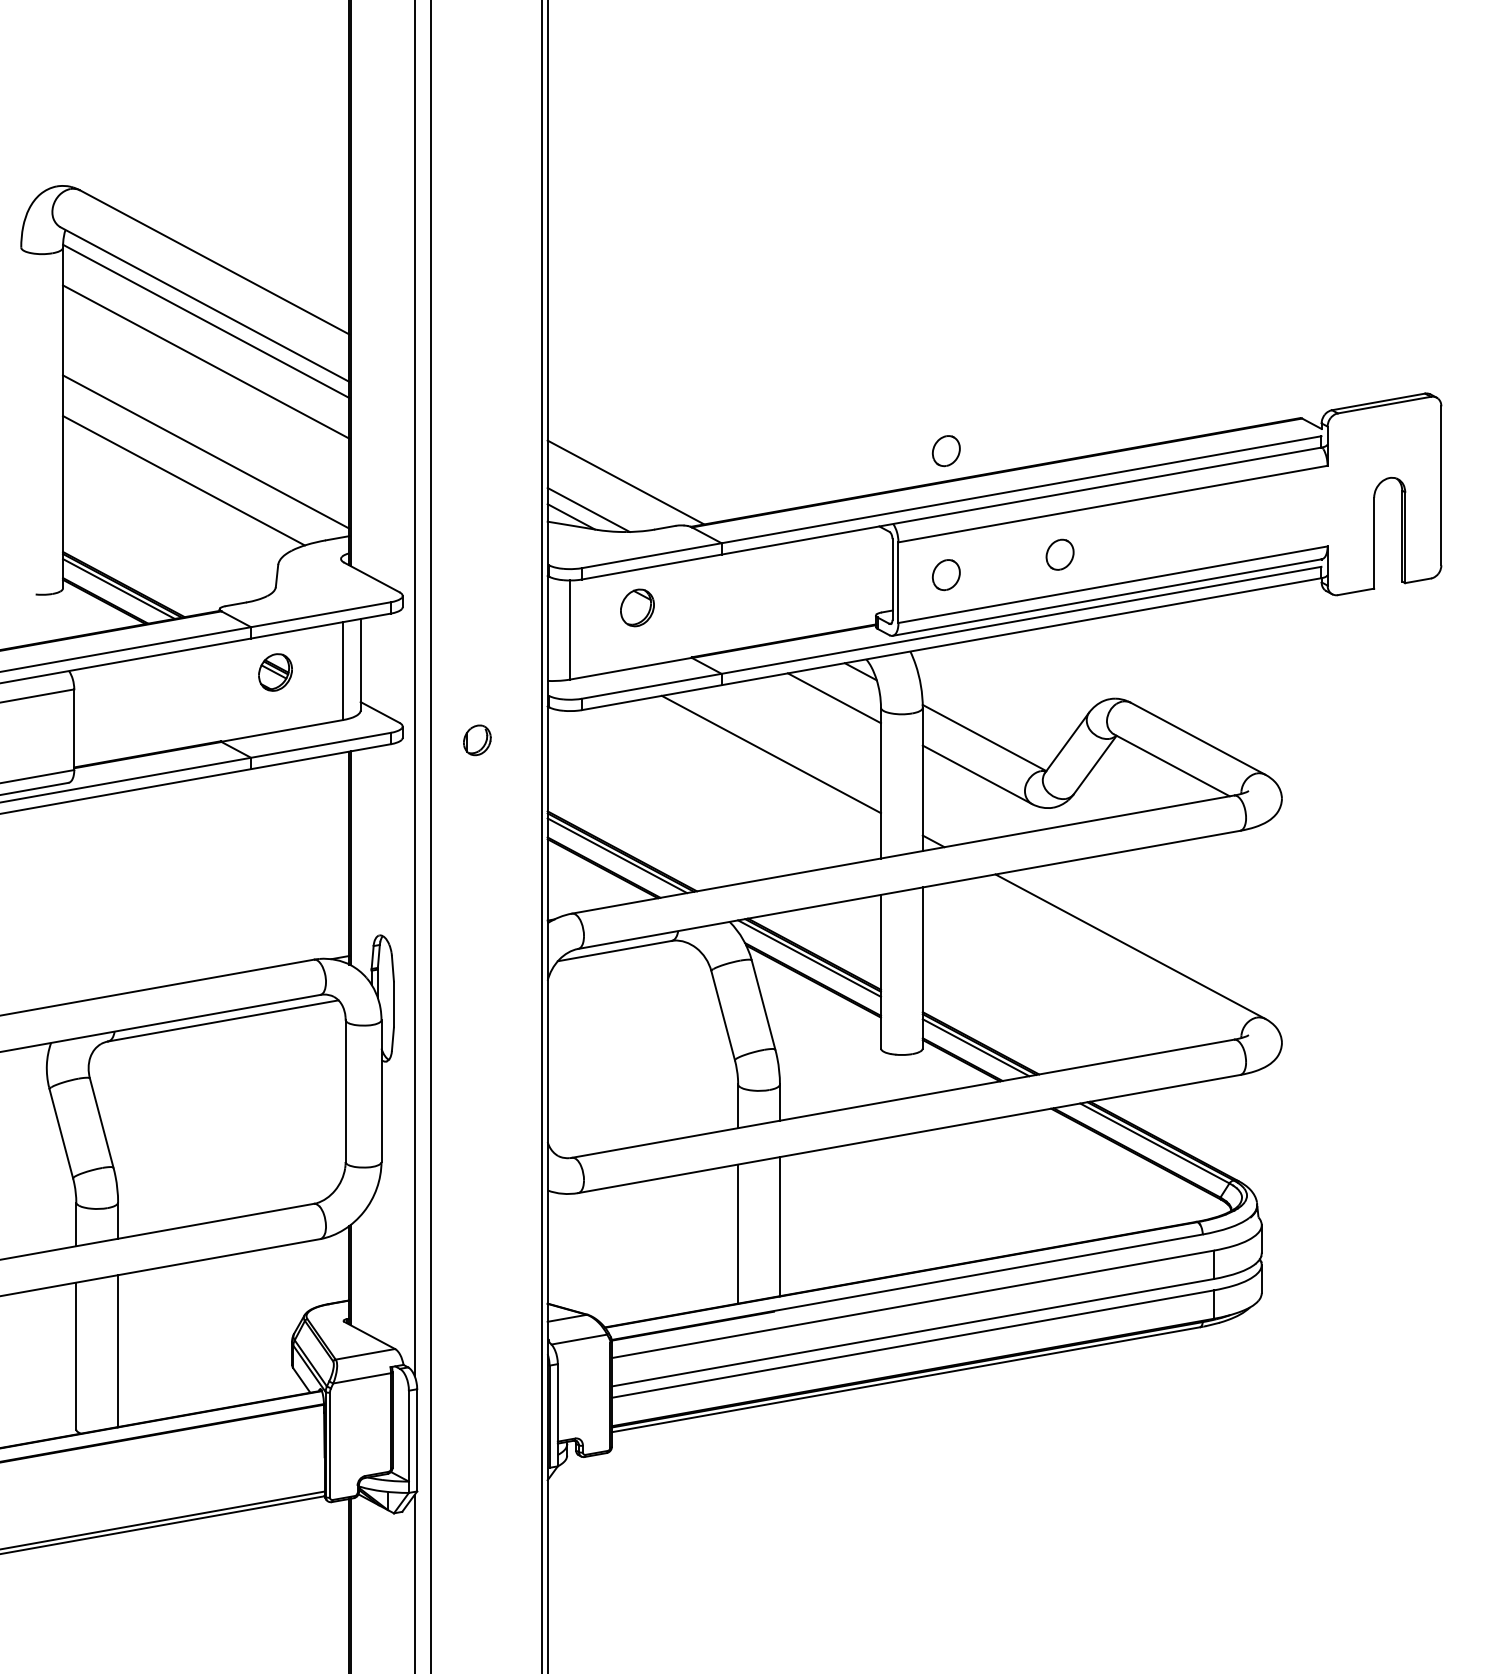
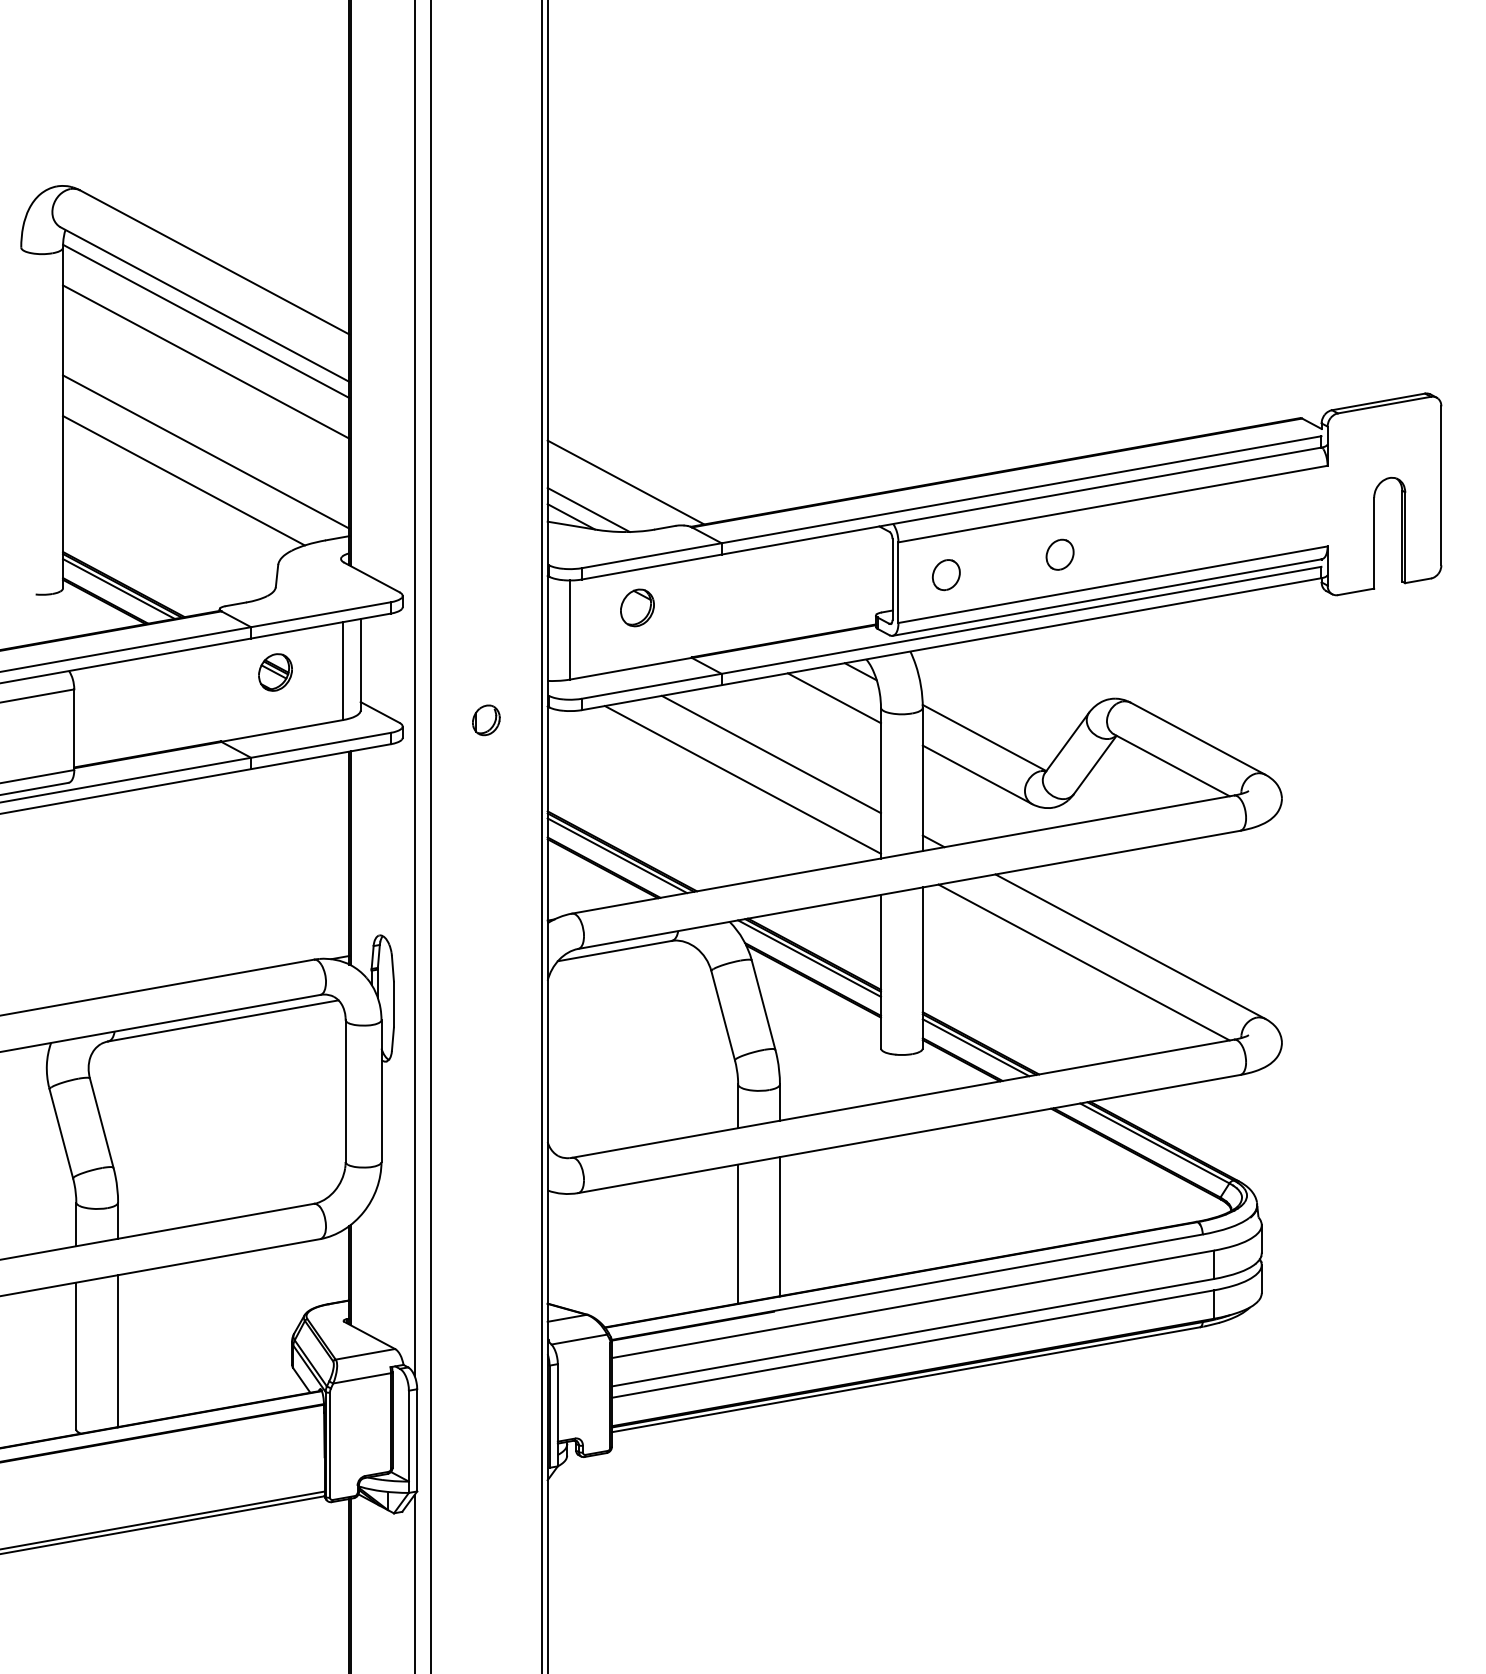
part at (945, 451): present -> none
part at (477, 740) position: (477, 740) -> (486, 720)
line at (742, 779): none -> present
line at (1083, 962): none -> present
